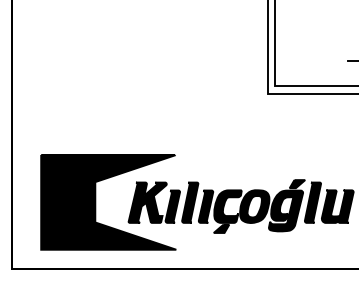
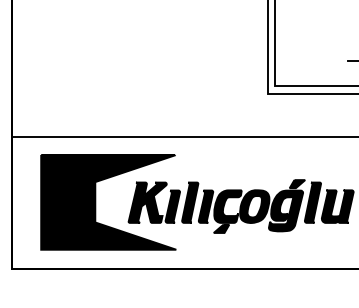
line at (183, 137): none -> present
